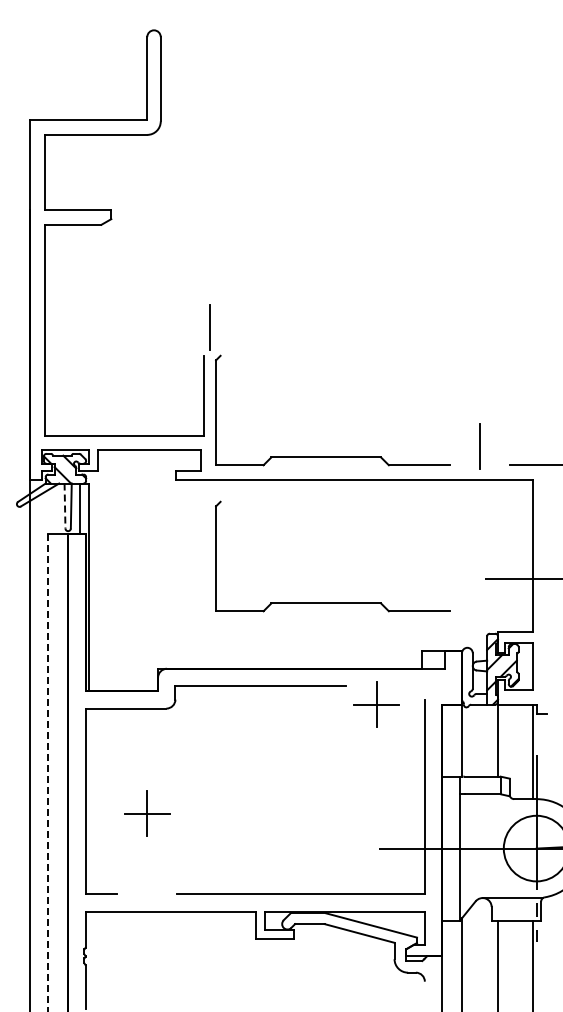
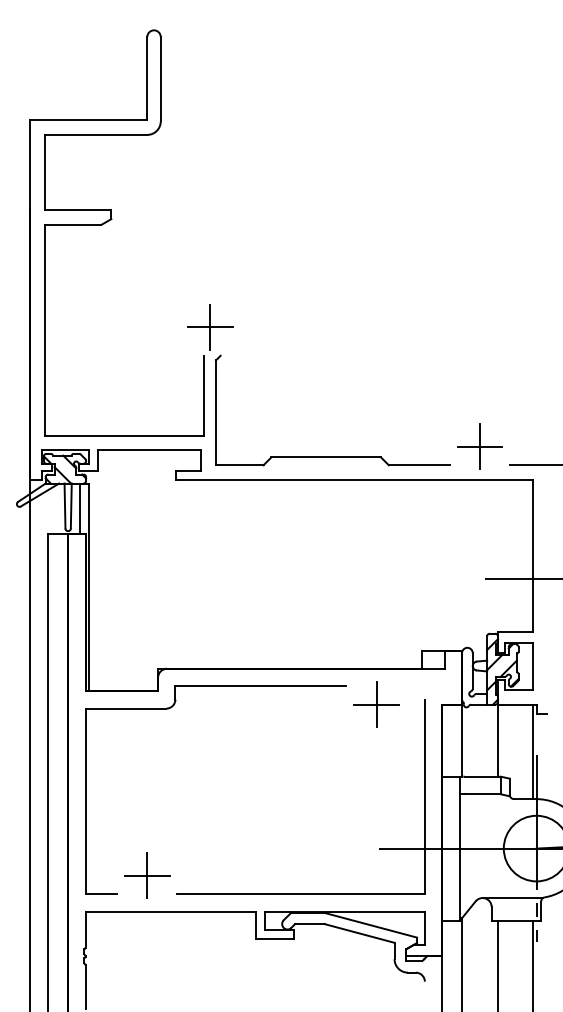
line at (209, 327): none -> present
line at (479, 446): none -> present
line at (65, 506): dashed -> solid
part at (332, 602): present -> none
line at (48, 772): dashed -> solid
part at (147, 813) position: (147, 813) -> (147, 875)
